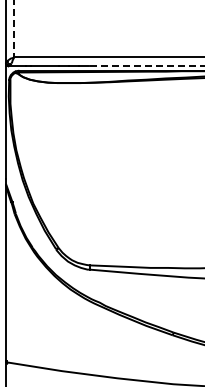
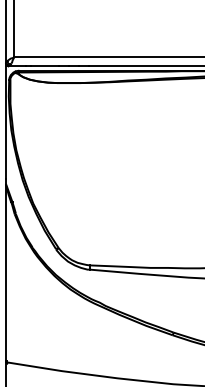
line at (14, 29): dashed -> solid
line at (146, 66): dashed -> solid
